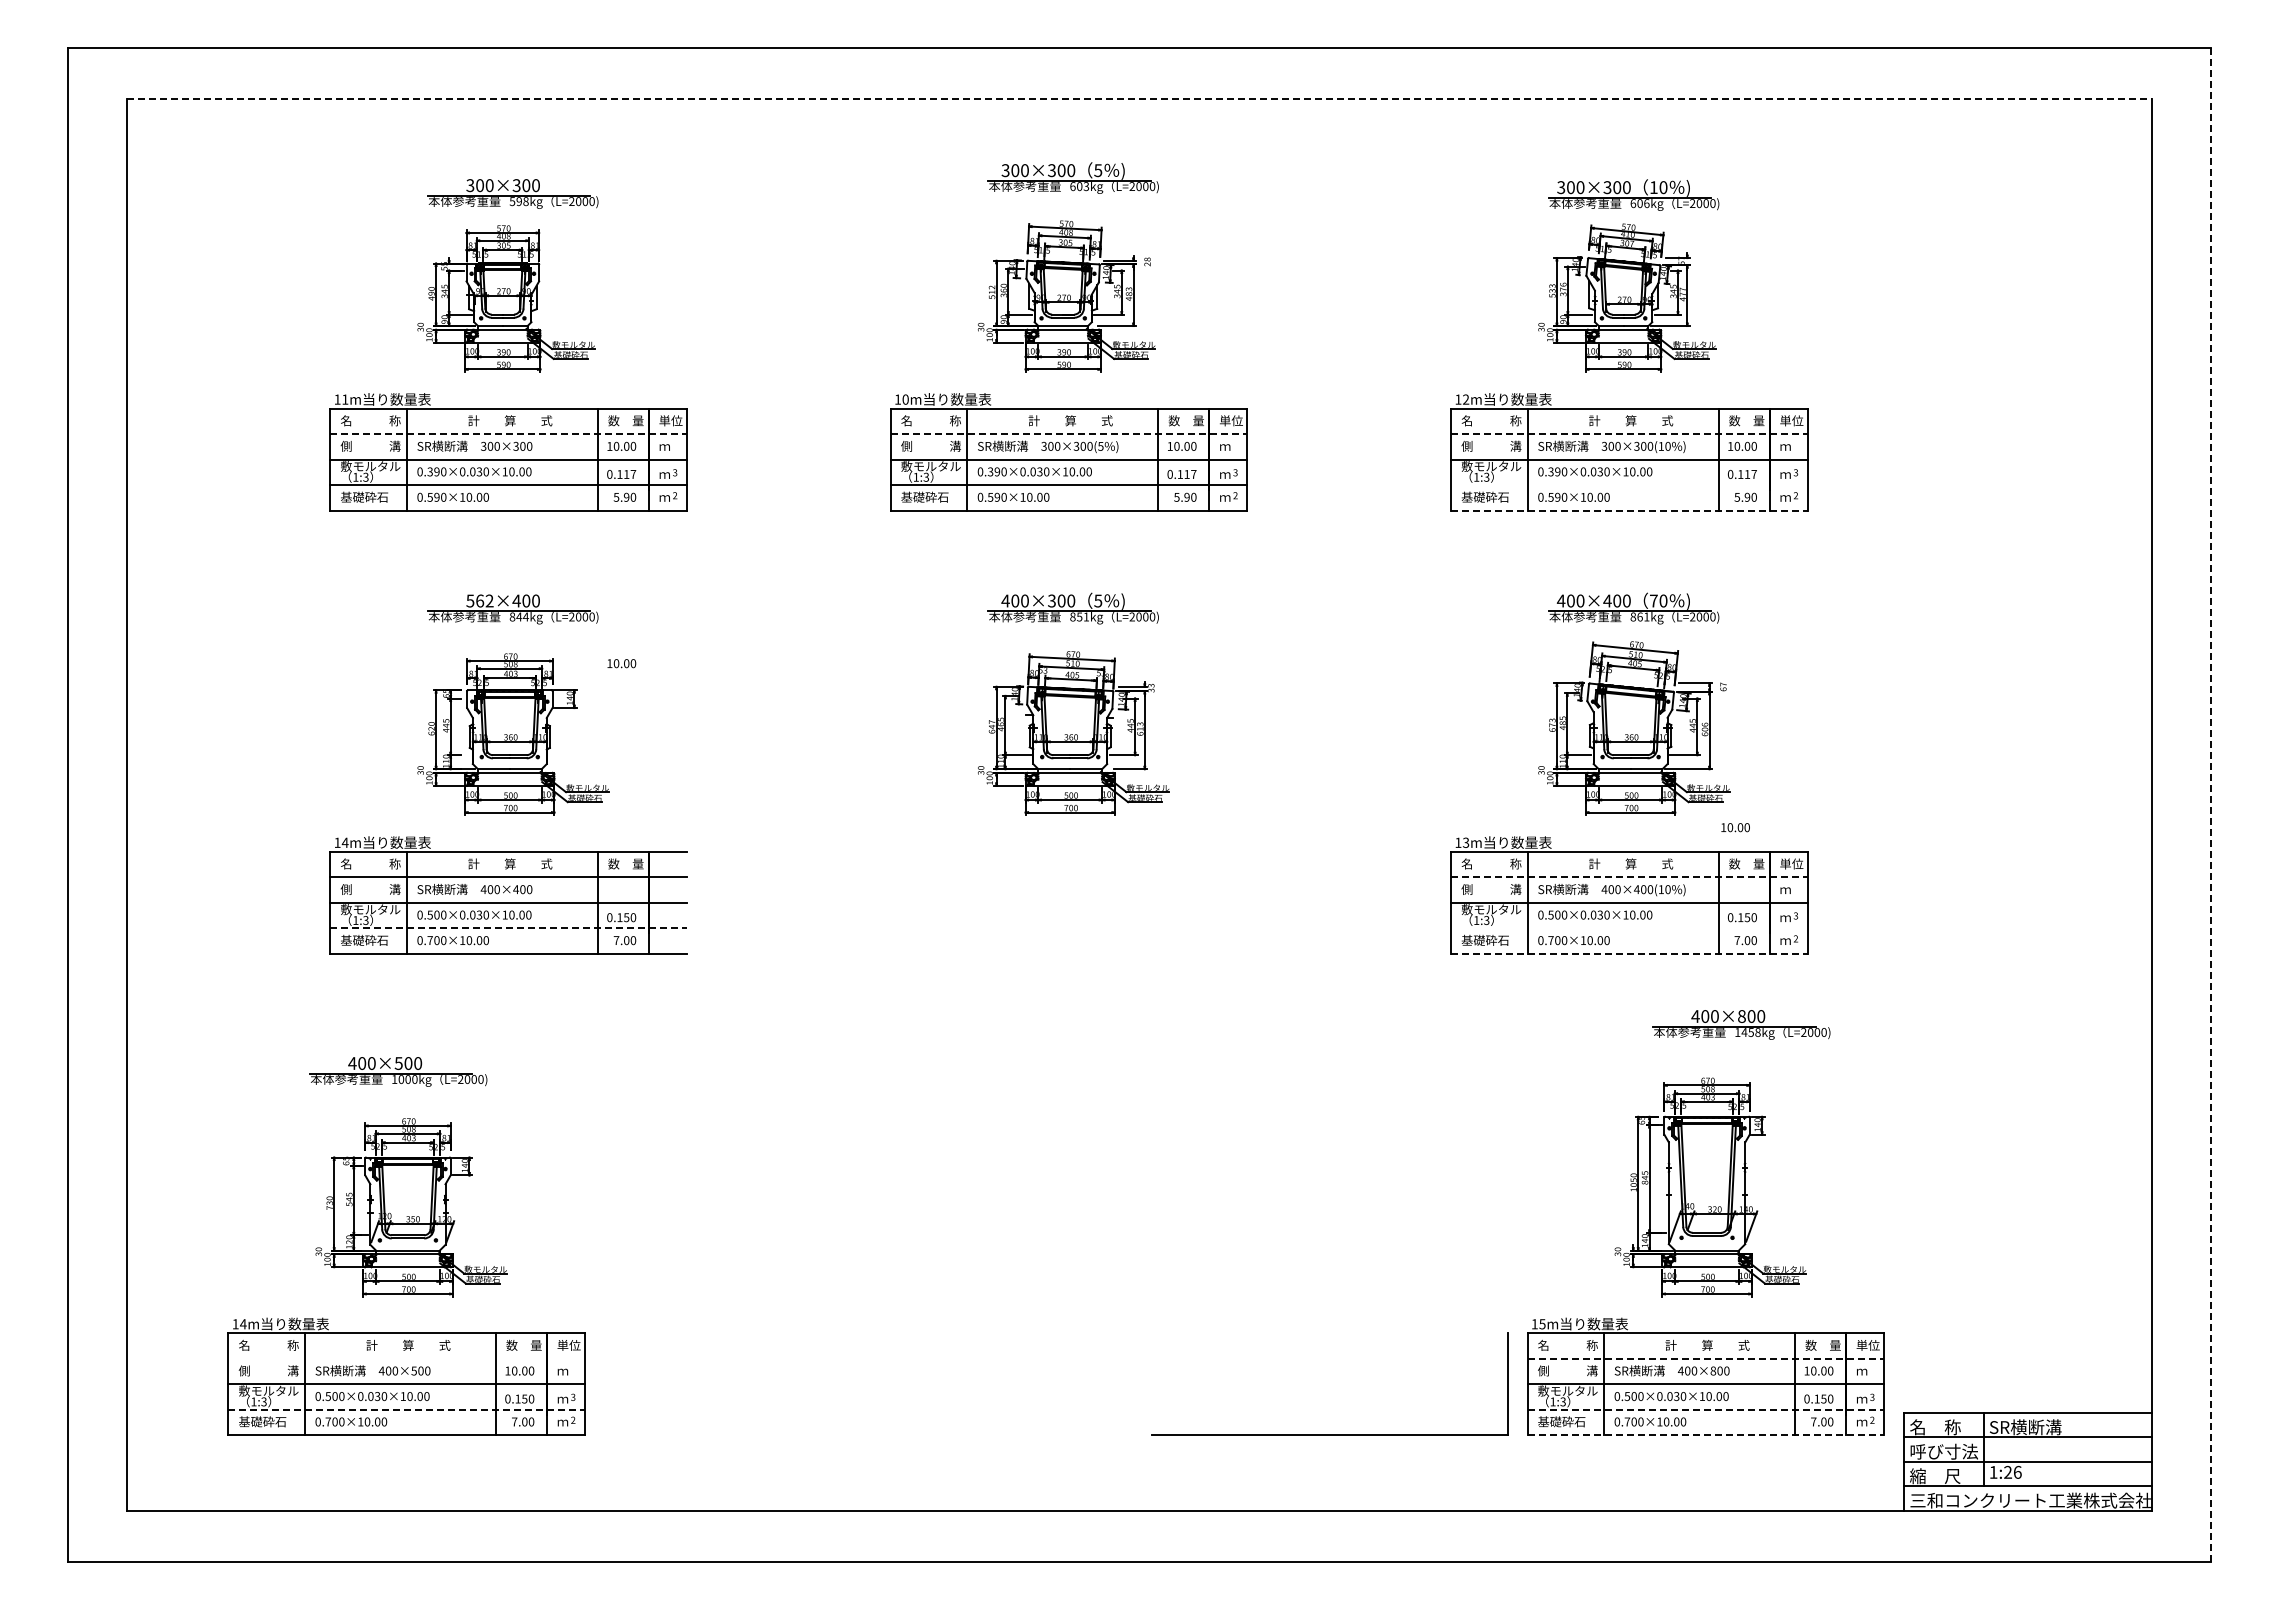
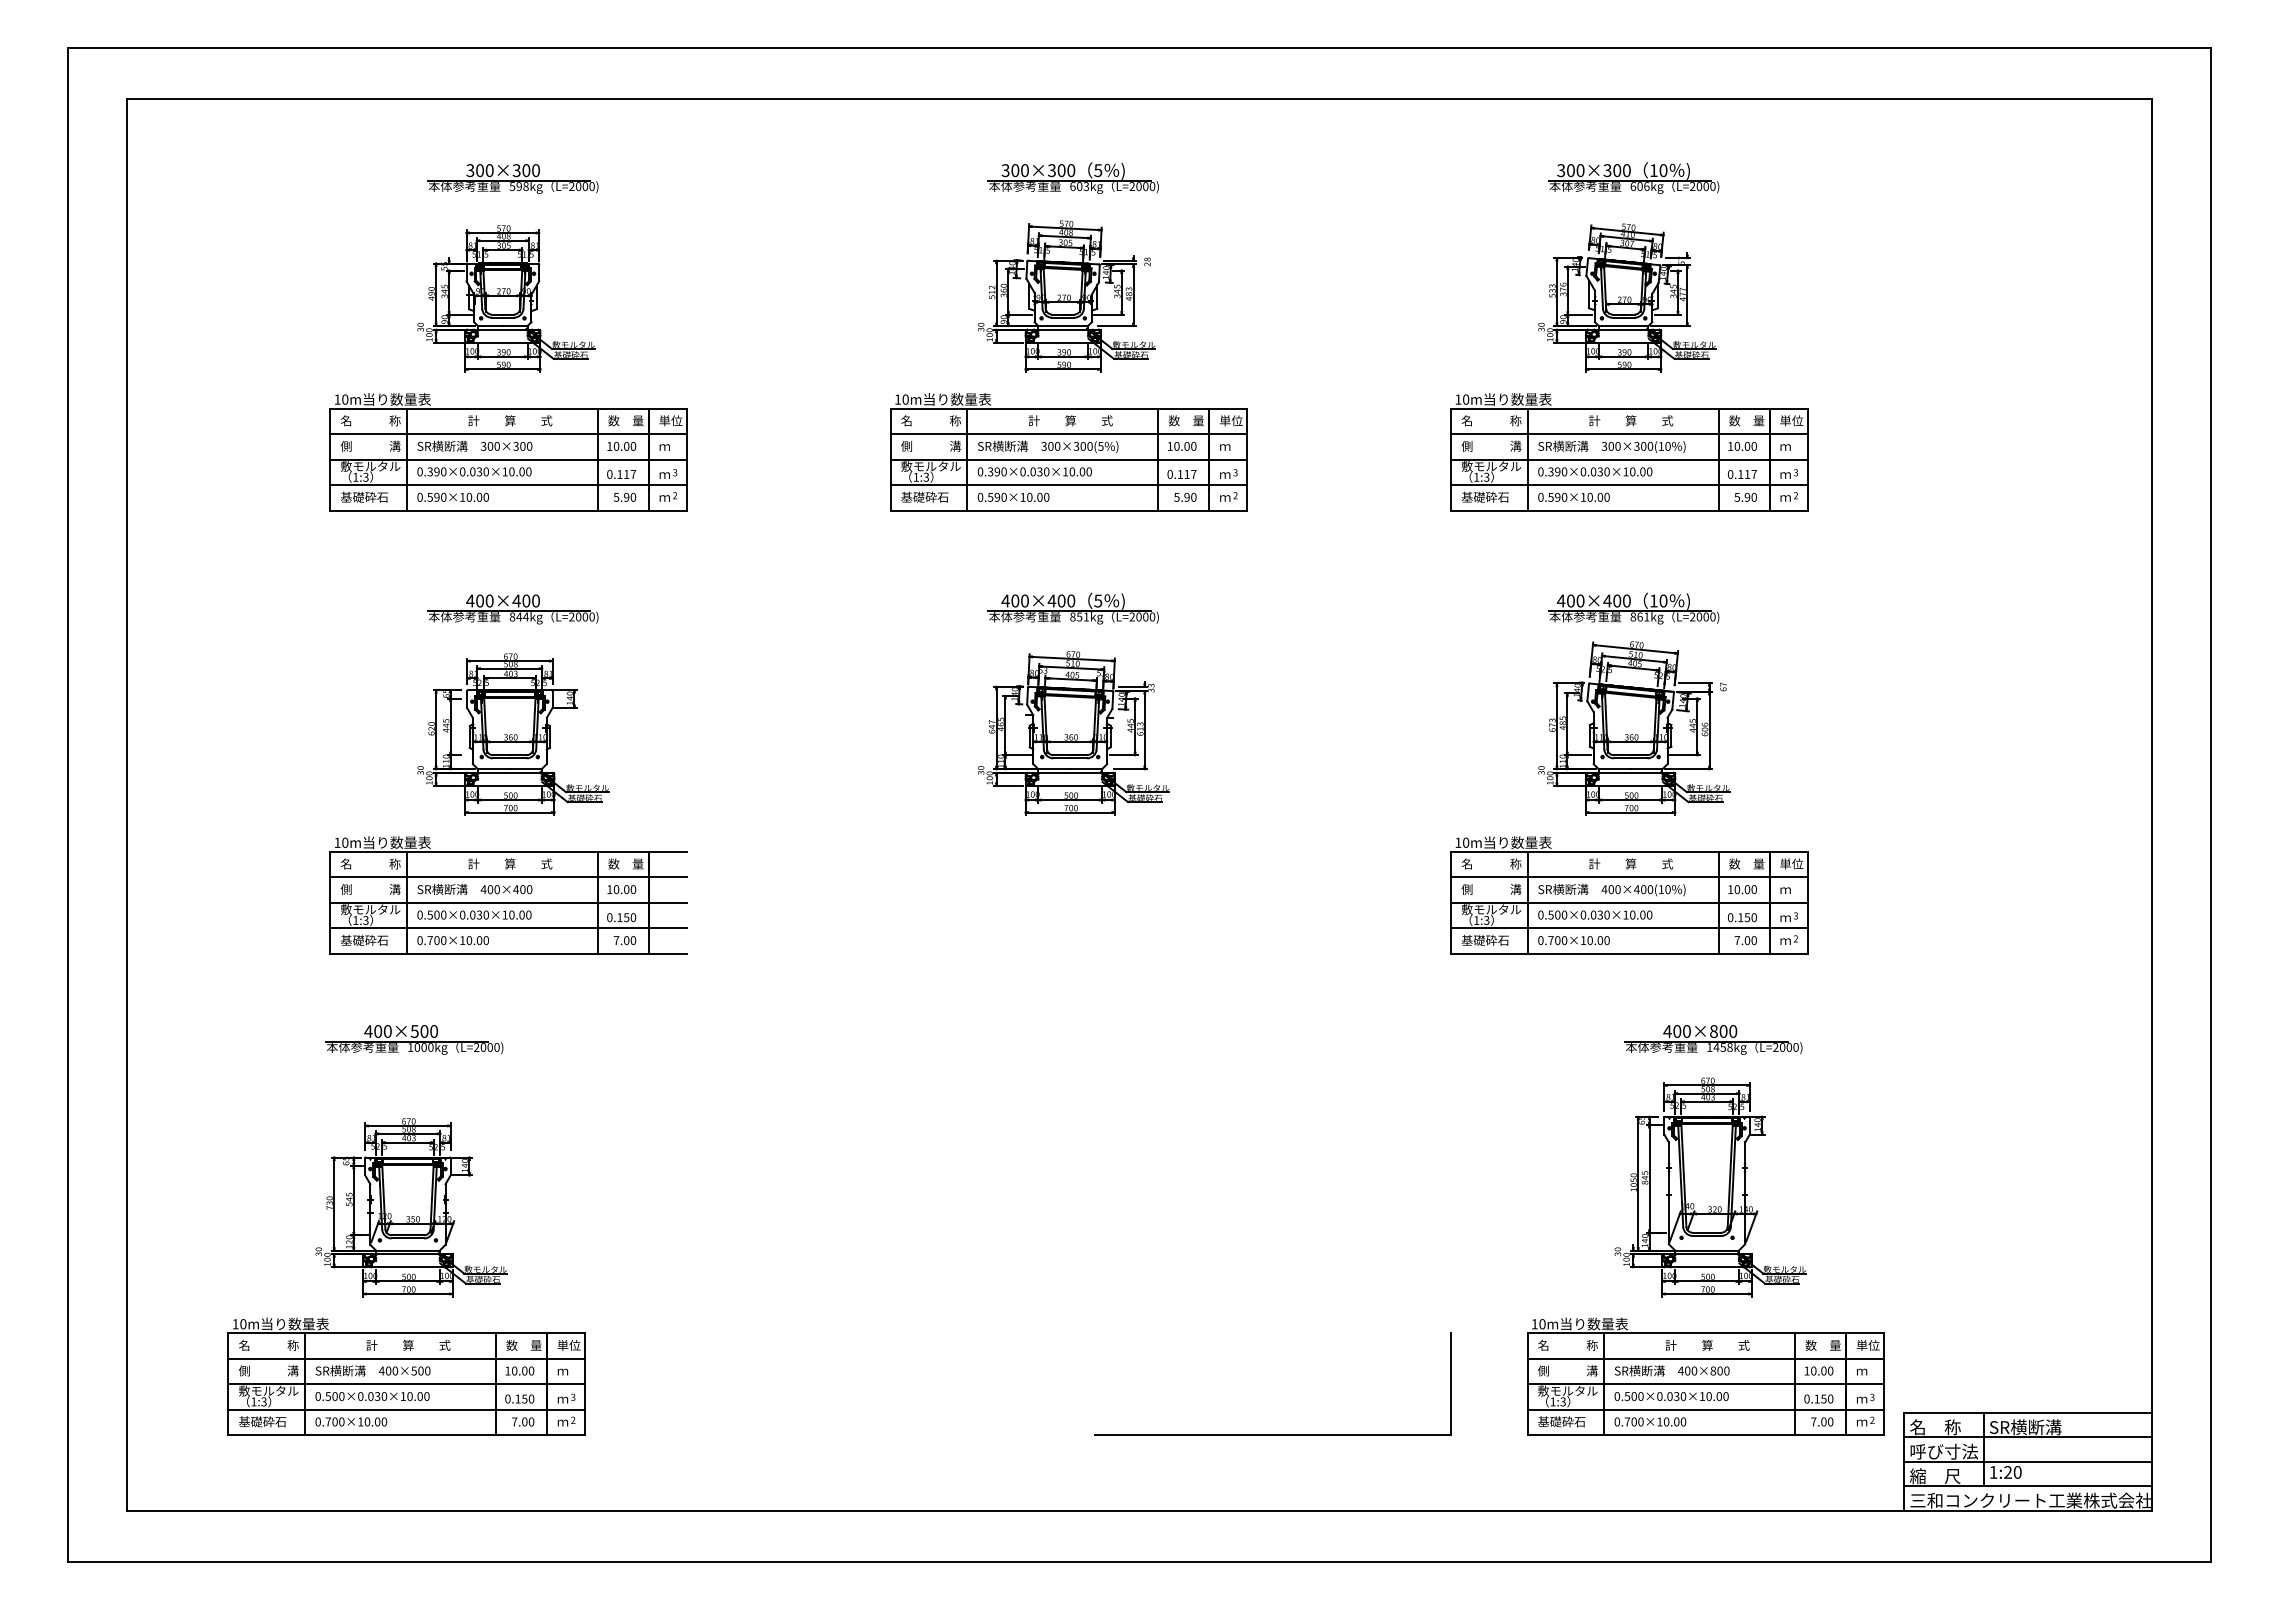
line at (1139, 99): dashed -> solid
part at (512, 193) position: (512, 193) -> (512, 178)
part at (1633, 194) position: (1633, 194) -> (1633, 177)
text at (345, 399): 11m -> 10m
text at (1466, 399): 12m -> 10m
line at (509, 434): dashed -> solid
line at (1069, 434): dashed -> solid
line at (1629, 434): dashed -> solid
line at (1629, 485): none -> present
line at (1629, 510): dashed -> solid
text at (479, 600): 562×400 -> 400×400
text at (1051, 600): 400×300 -> 400×400
text at (1653, 600): 70 -> 10
text at (621, 663) position: (621, 663) -> (621, 889)
line at (2210, 804): dashed -> solid
text at (1735, 827) position: (1735, 827) -> (1742, 889)
text at (344, 842): 14m -> 10m
text at (1465, 842): 13m -> 10m
line at (1629, 877): dashed -> solid
line at (509, 928): dashed -> solid
line at (1629, 928): none -> present
line at (1629, 953): dashed -> solid
part at (1741, 1024) position: (1741, 1024) -> (1713, 1039)
part at (398, 1071) position: (398, 1071) -> (414, 1039)
text at (243, 1324): 14m -> 10m
text at (1542, 1324): 15m -> 10m
line at (406, 1358): none -> present
line at (1706, 1358): dashed -> solid
line at (407, 1409): dashed -> solid
line at (1706, 1409): dashed -> solid
part at (1329, 1434) position: (1329, 1434) -> (1272, 1434)
line at (1706, 1435): dashed -> solid
text at (2017, 1472): 1:26 -> 1:20
